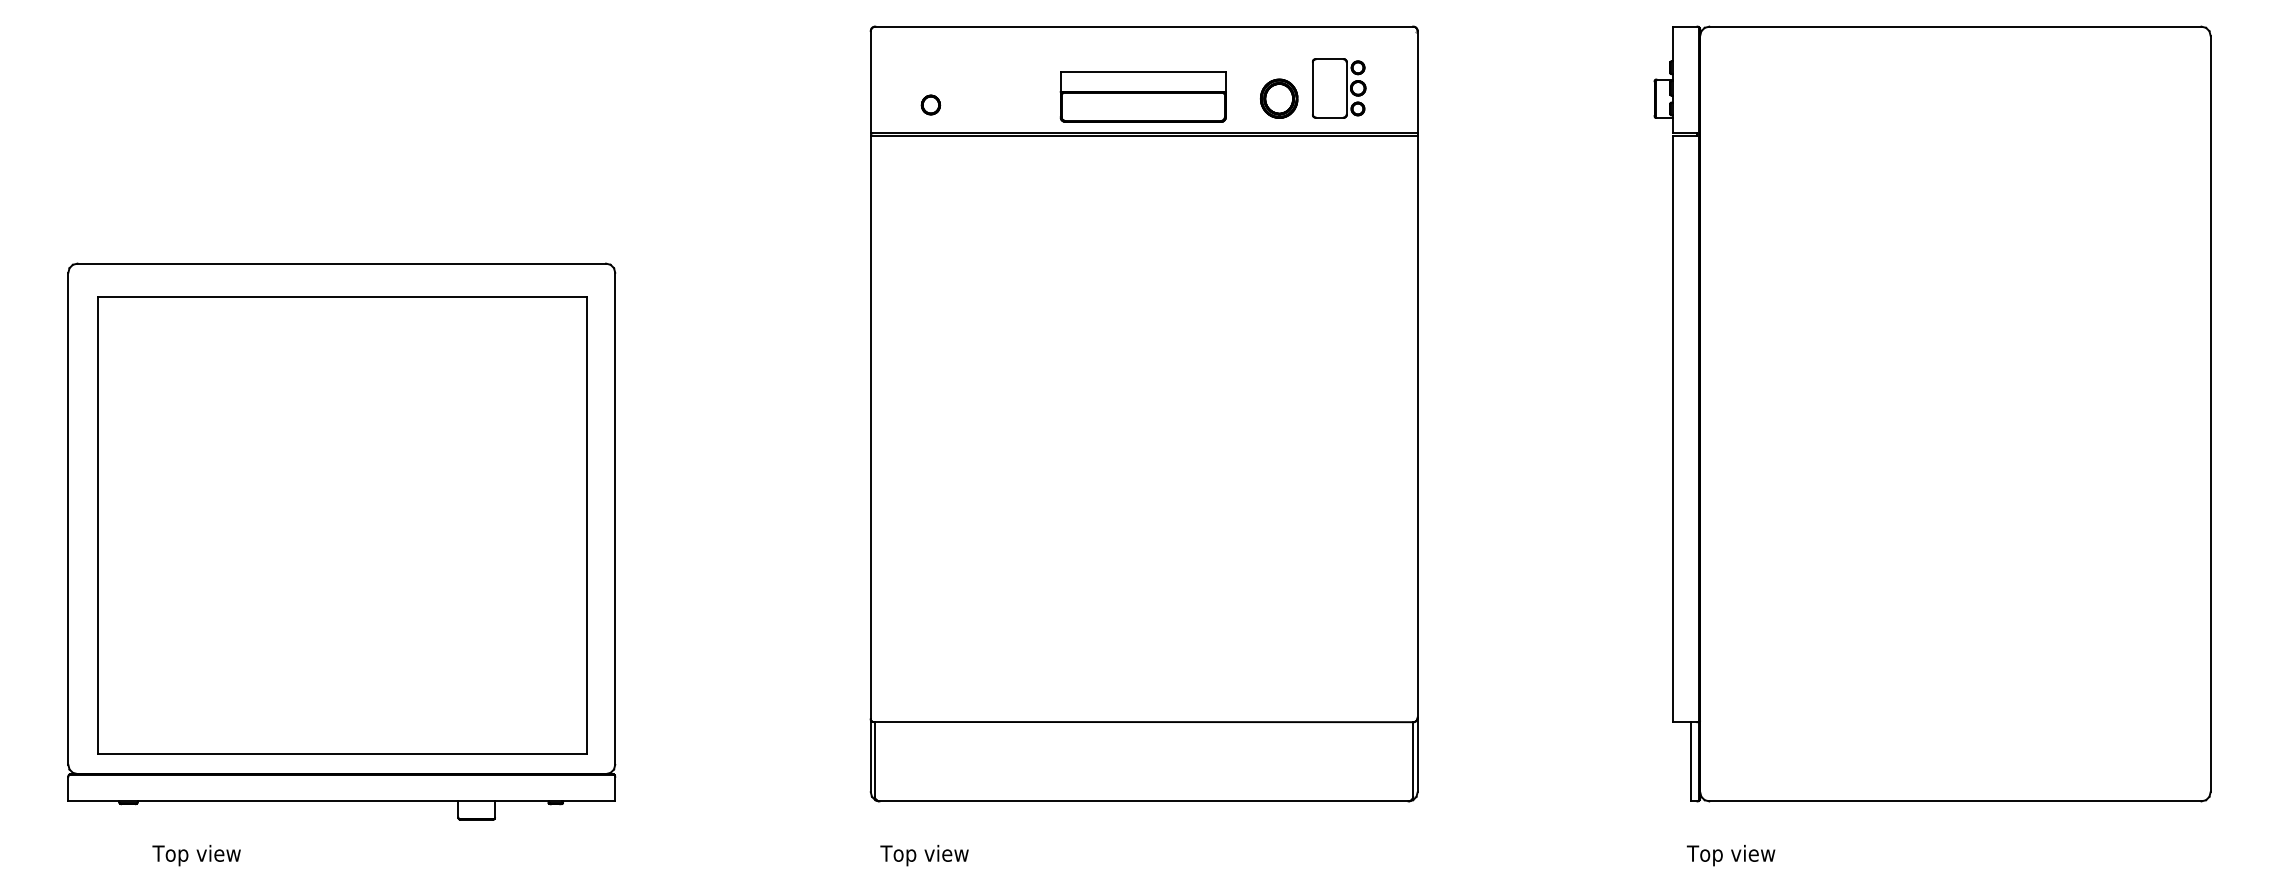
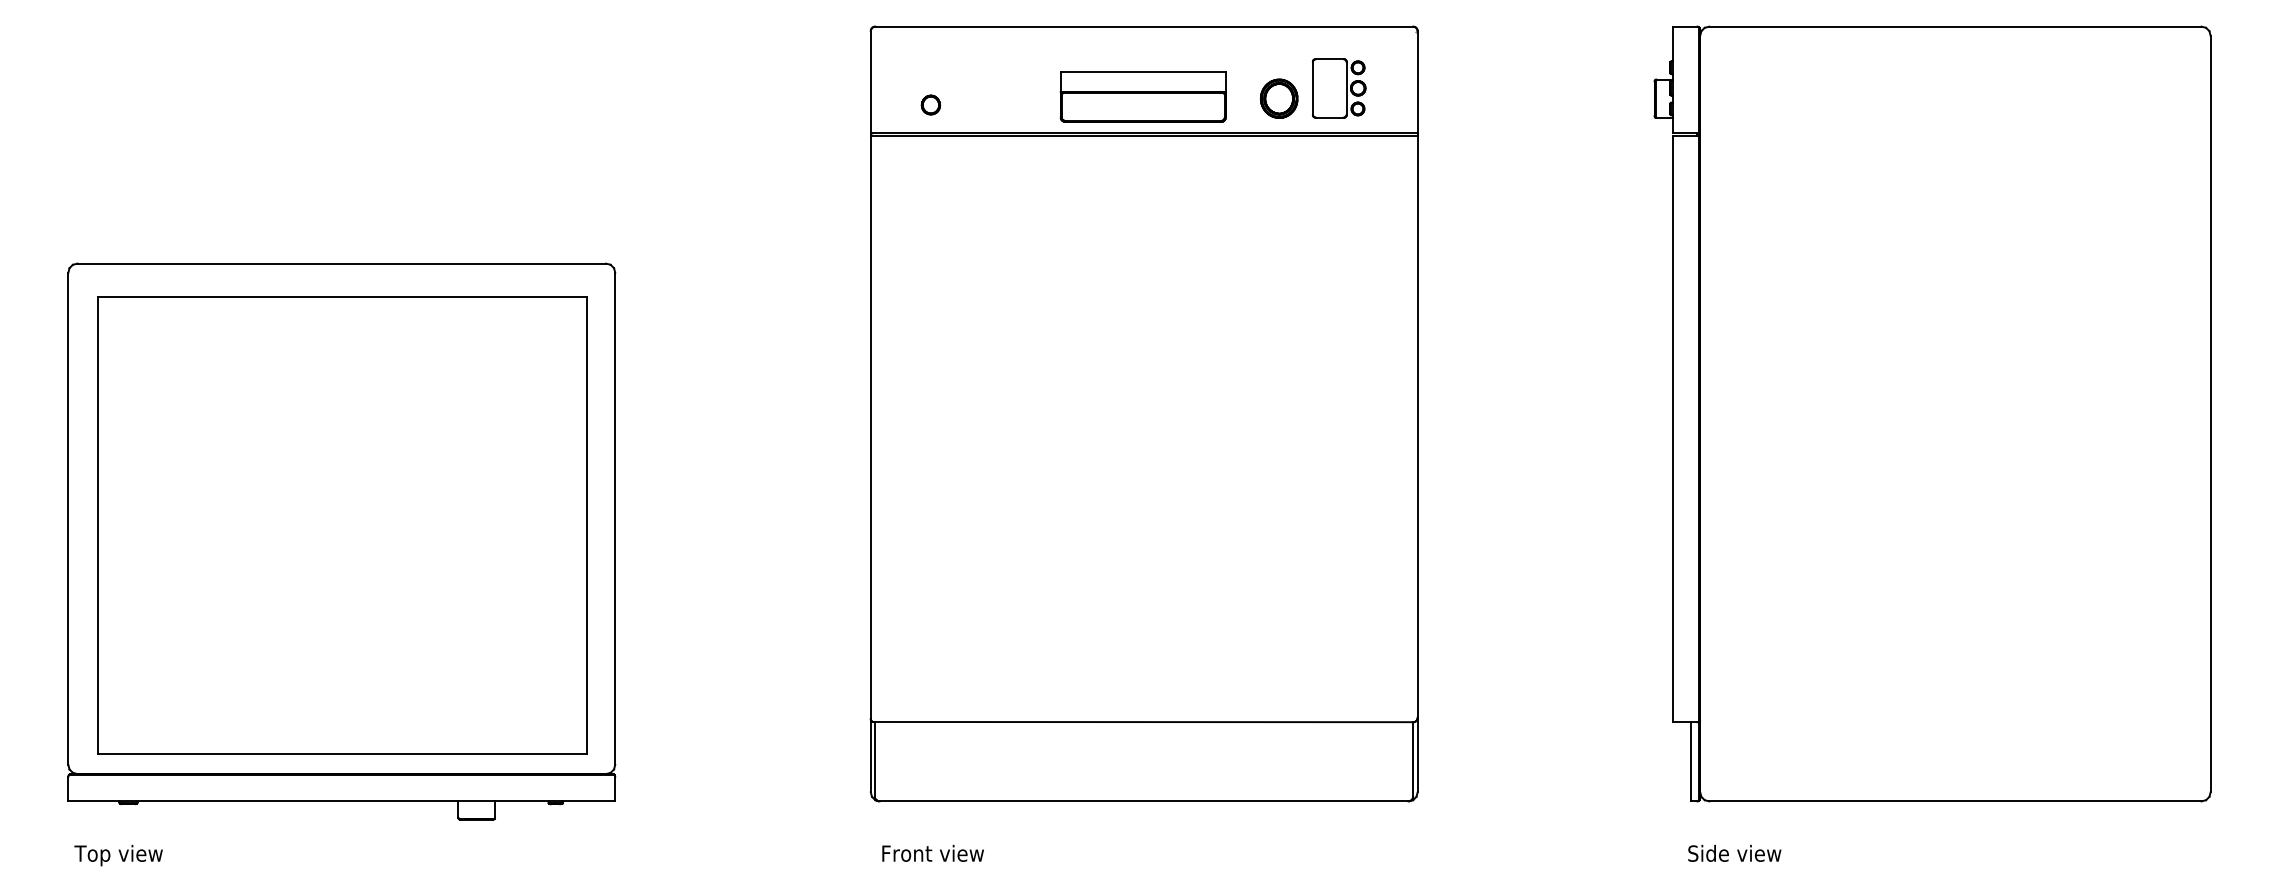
text at (196, 855) position: (196, 855) -> (118, 855)
text at (931, 855): Top view -> Front view
text at (1733, 855): Top view -> Side view
